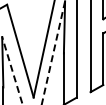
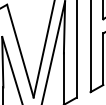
line at (53, 52): dashed -> solid
line at (12, 70): dashed -> solid
